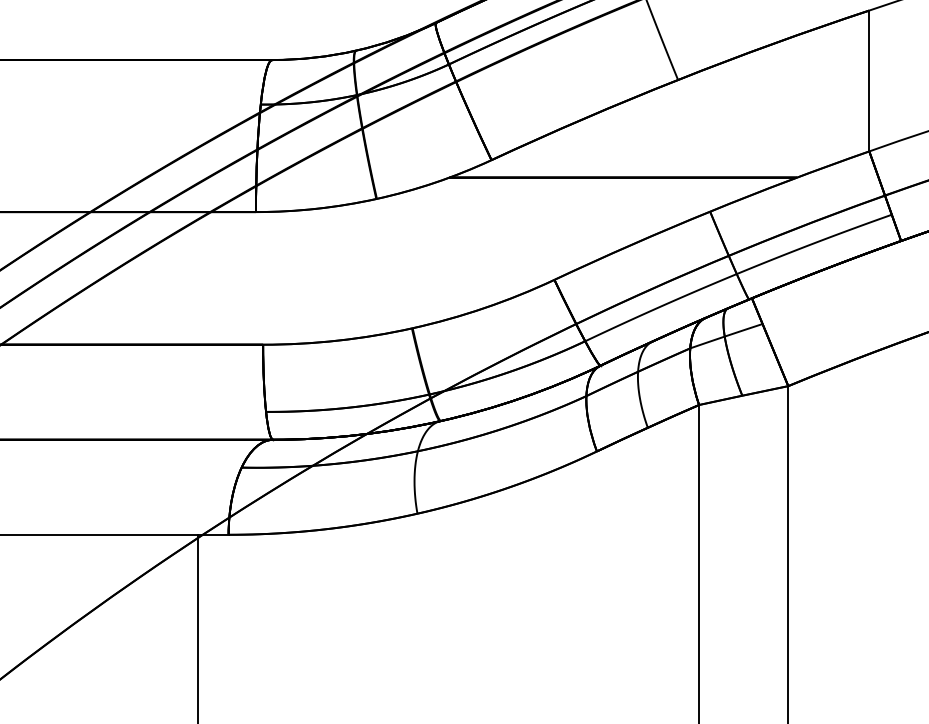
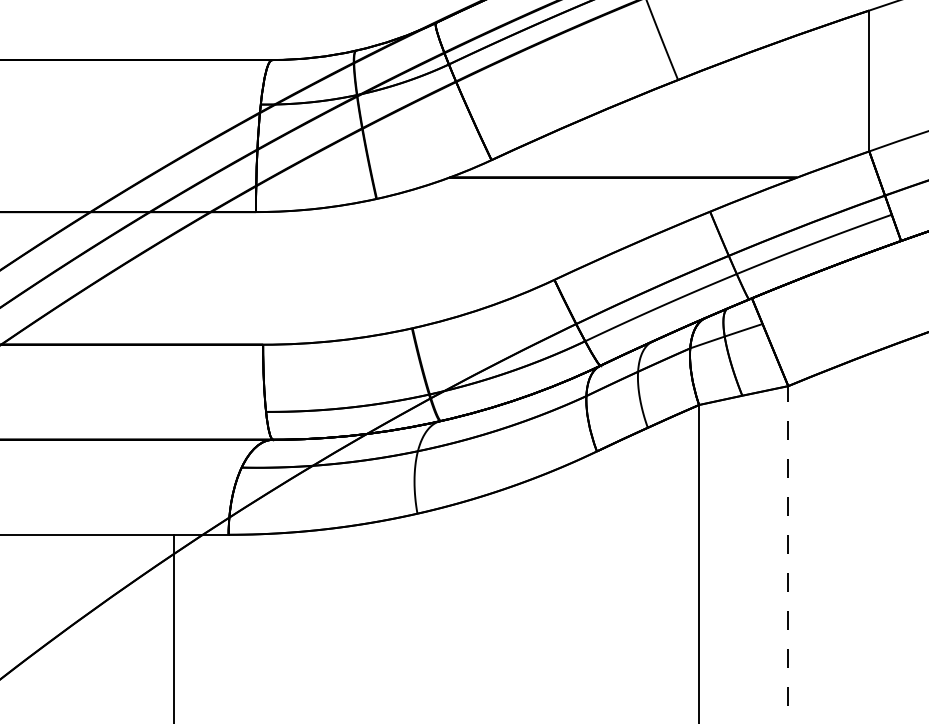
line at (788, 554): solid -> dashed
line at (198, 627) position: (198, 627) -> (174, 627)
